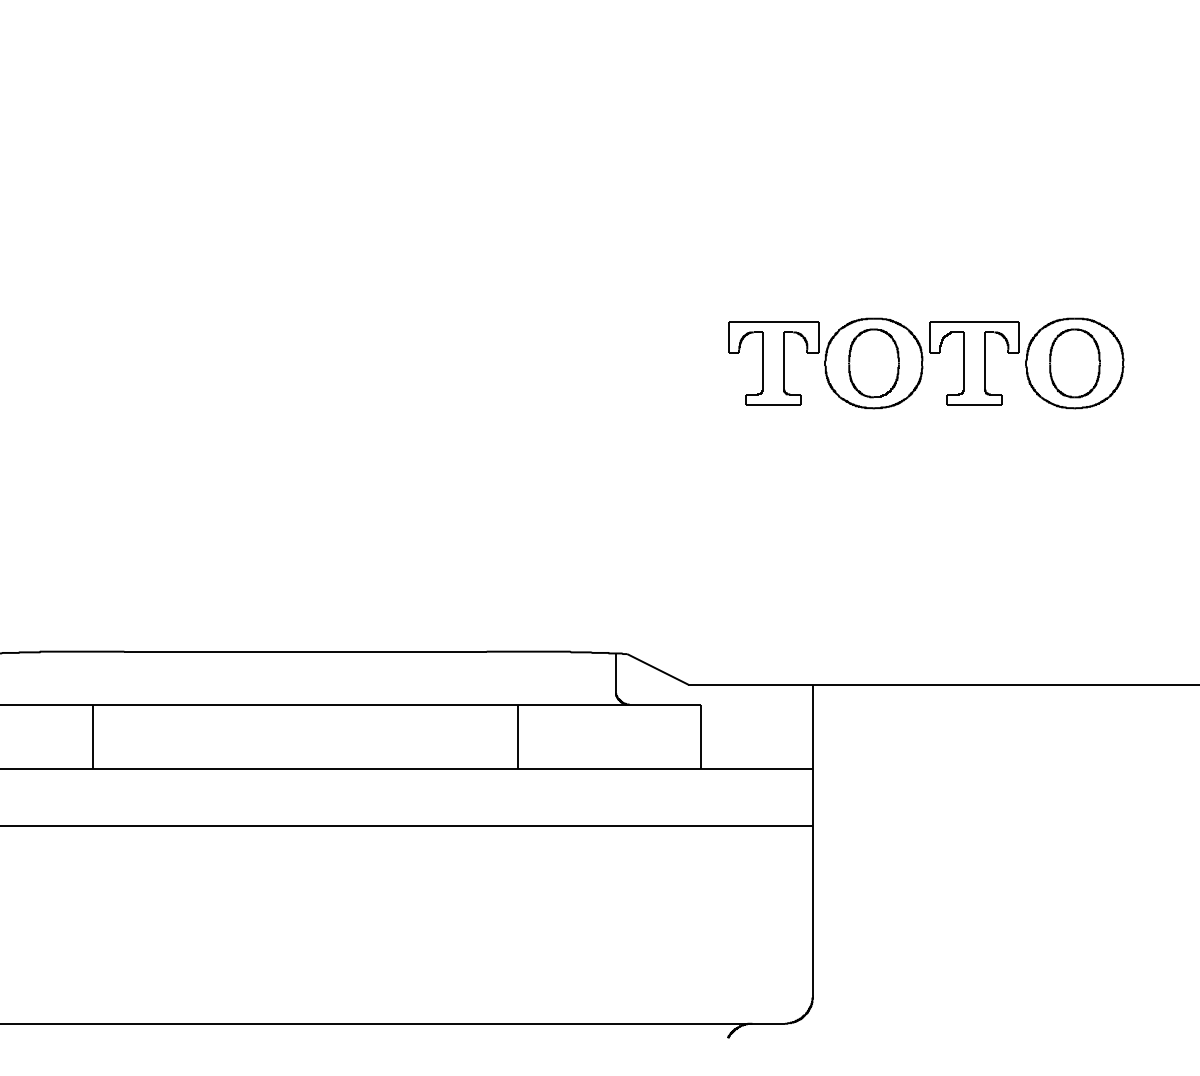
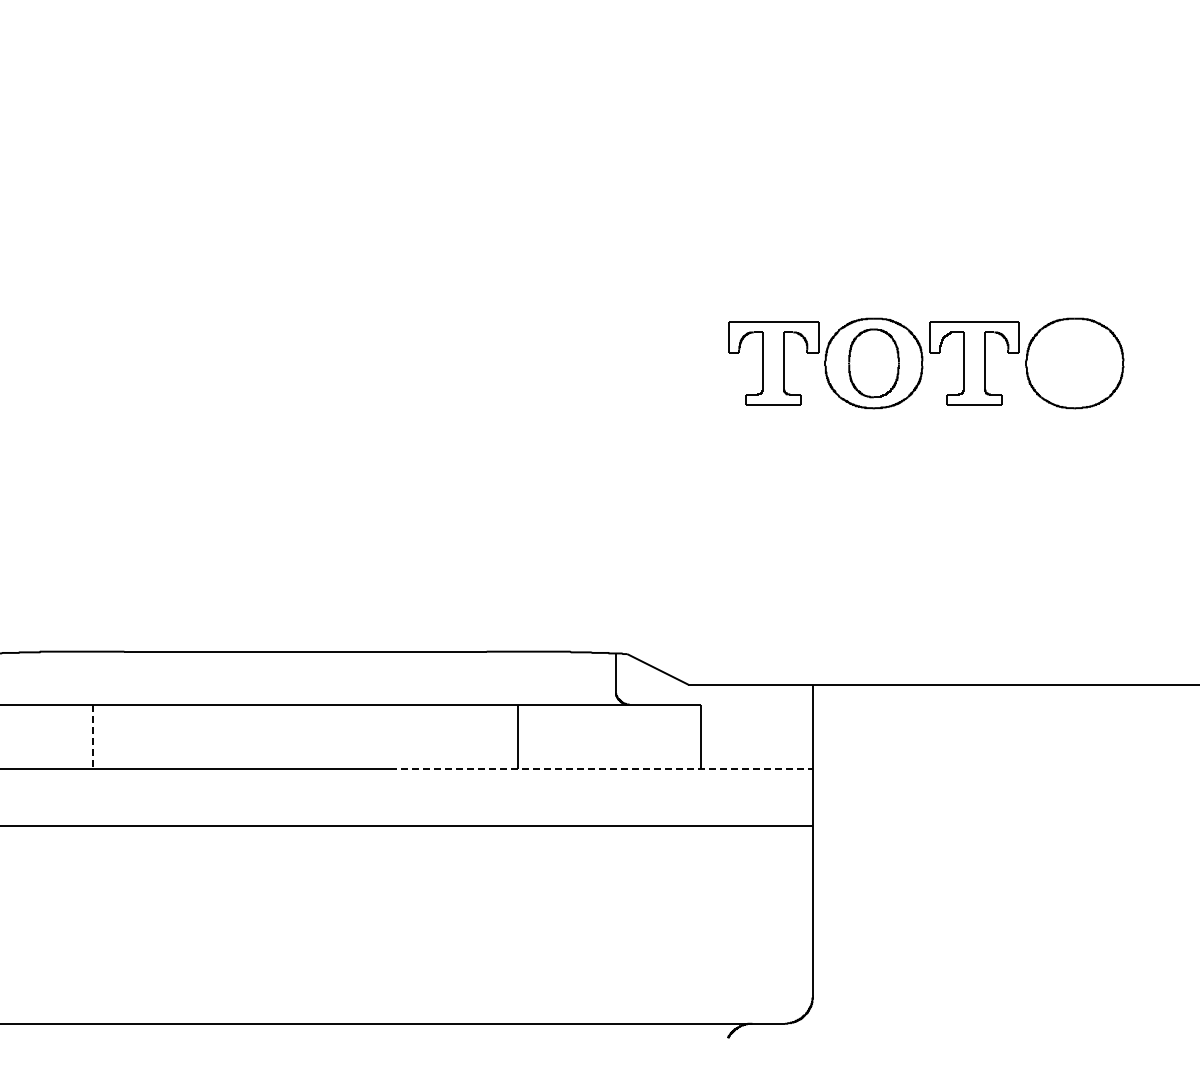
part at (1074, 363): present -> none
line at (93, 737): solid -> dashed
line at (602, 769): solid -> dashed
